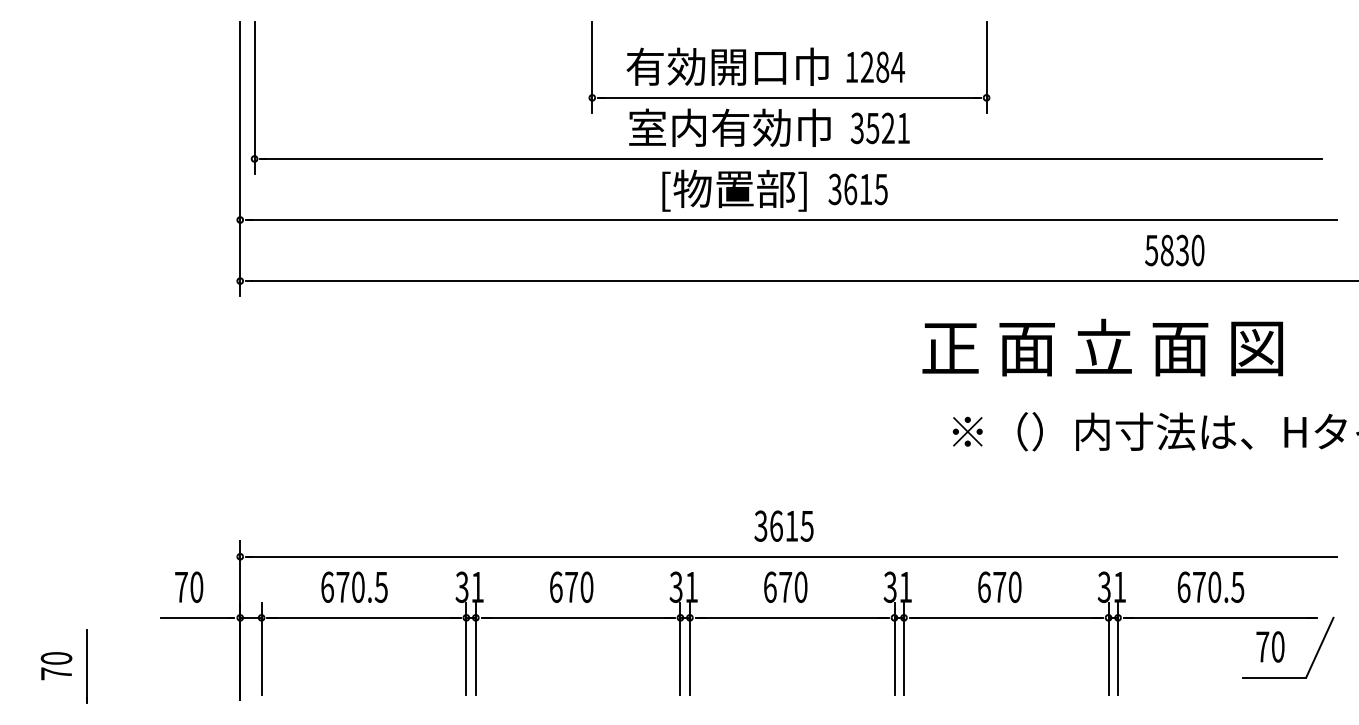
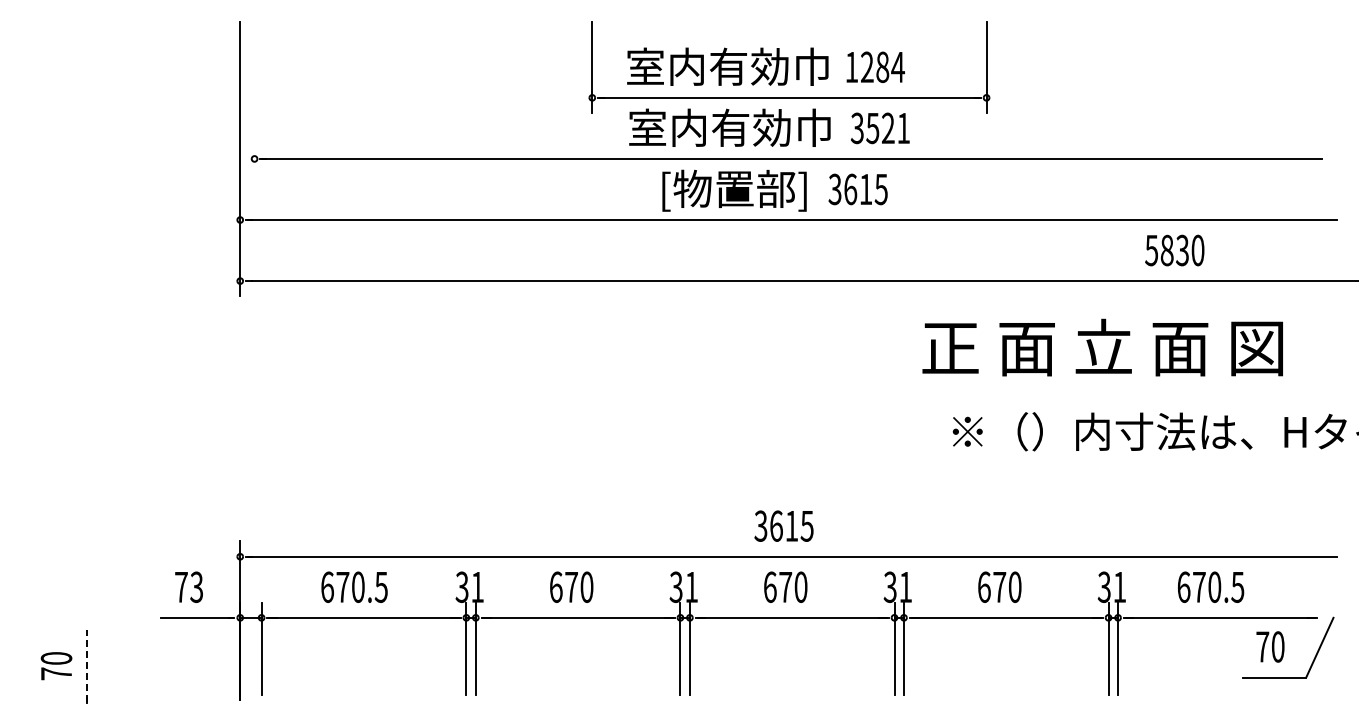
text at (707, 66): 有効開口巾 -> 室内有効巾
line at (254, 97): present -> none
text at (196, 586): 70 -> 73
line at (87, 666): solid -> dashed
